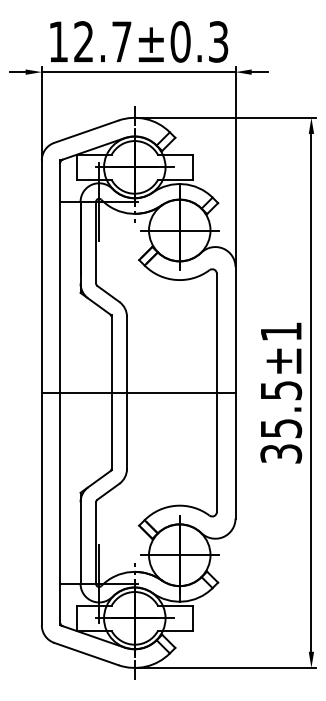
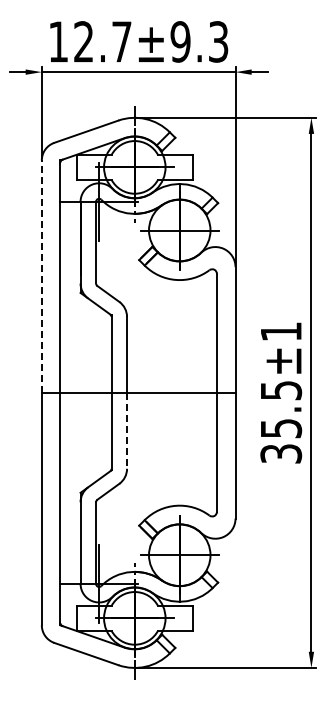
text at (180, 41): 12.7±0.3 -> 12.7±9.3
line at (41, 276): solid -> dashed
line at (127, 430): solid -> dashed
